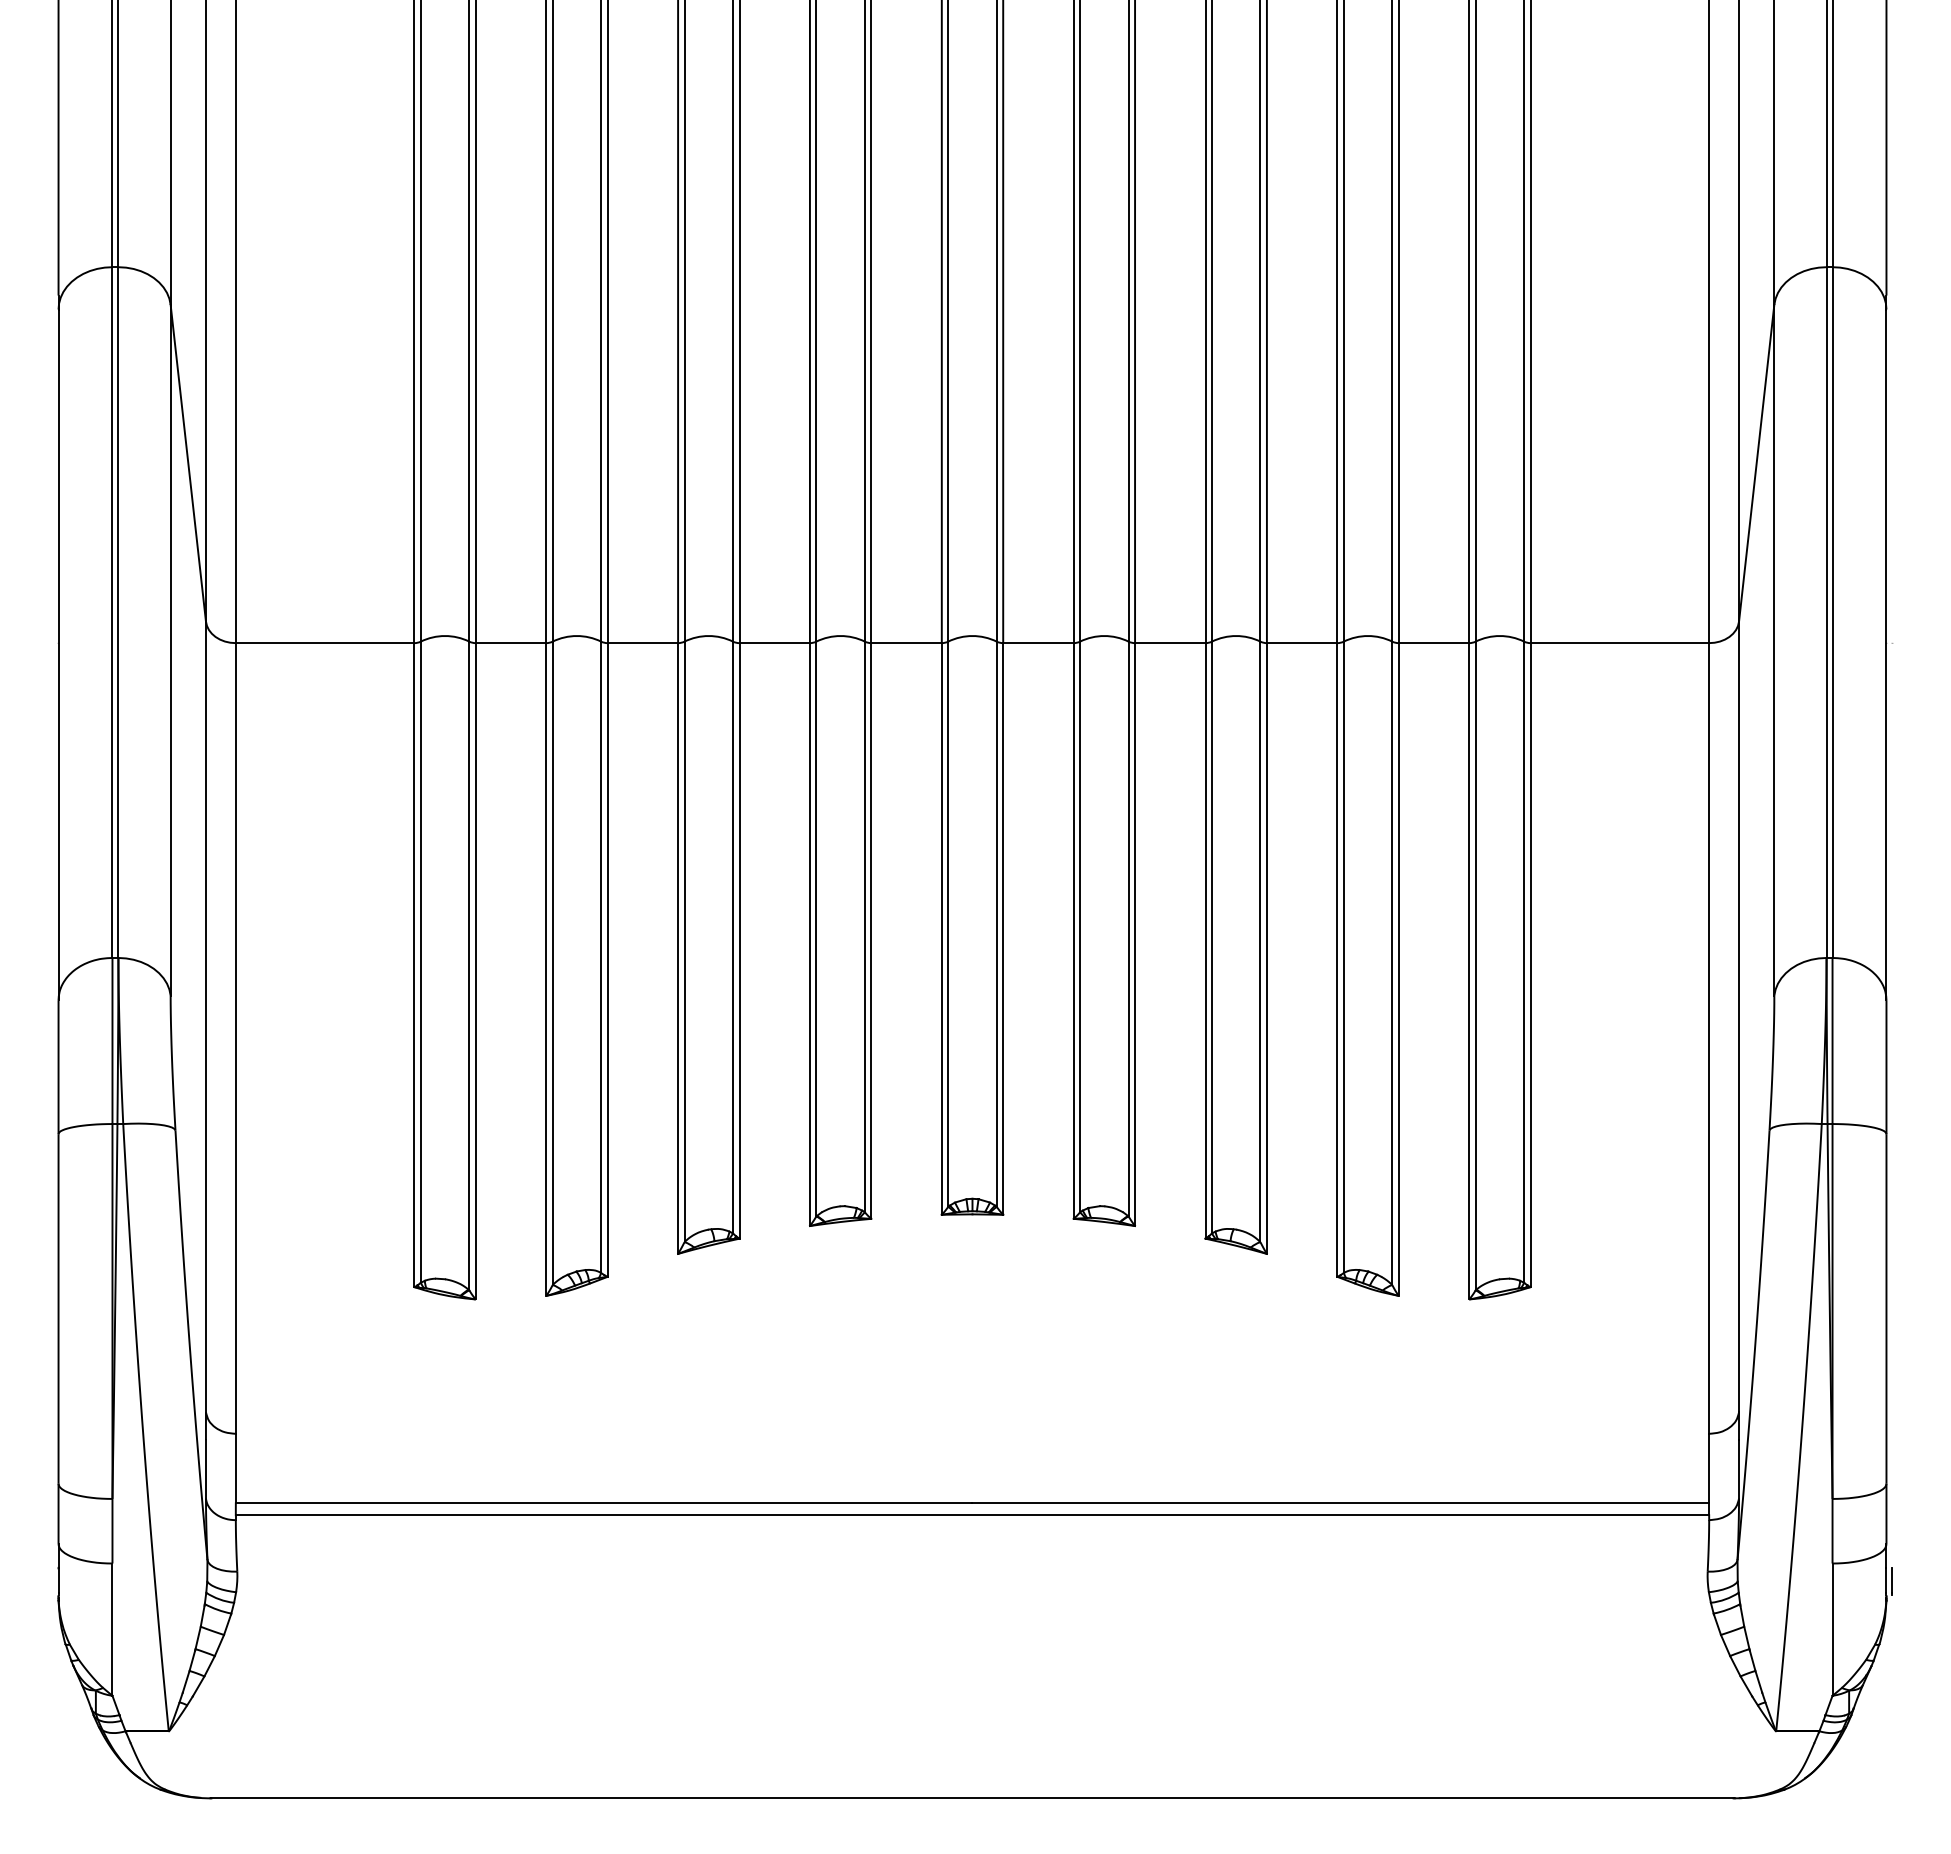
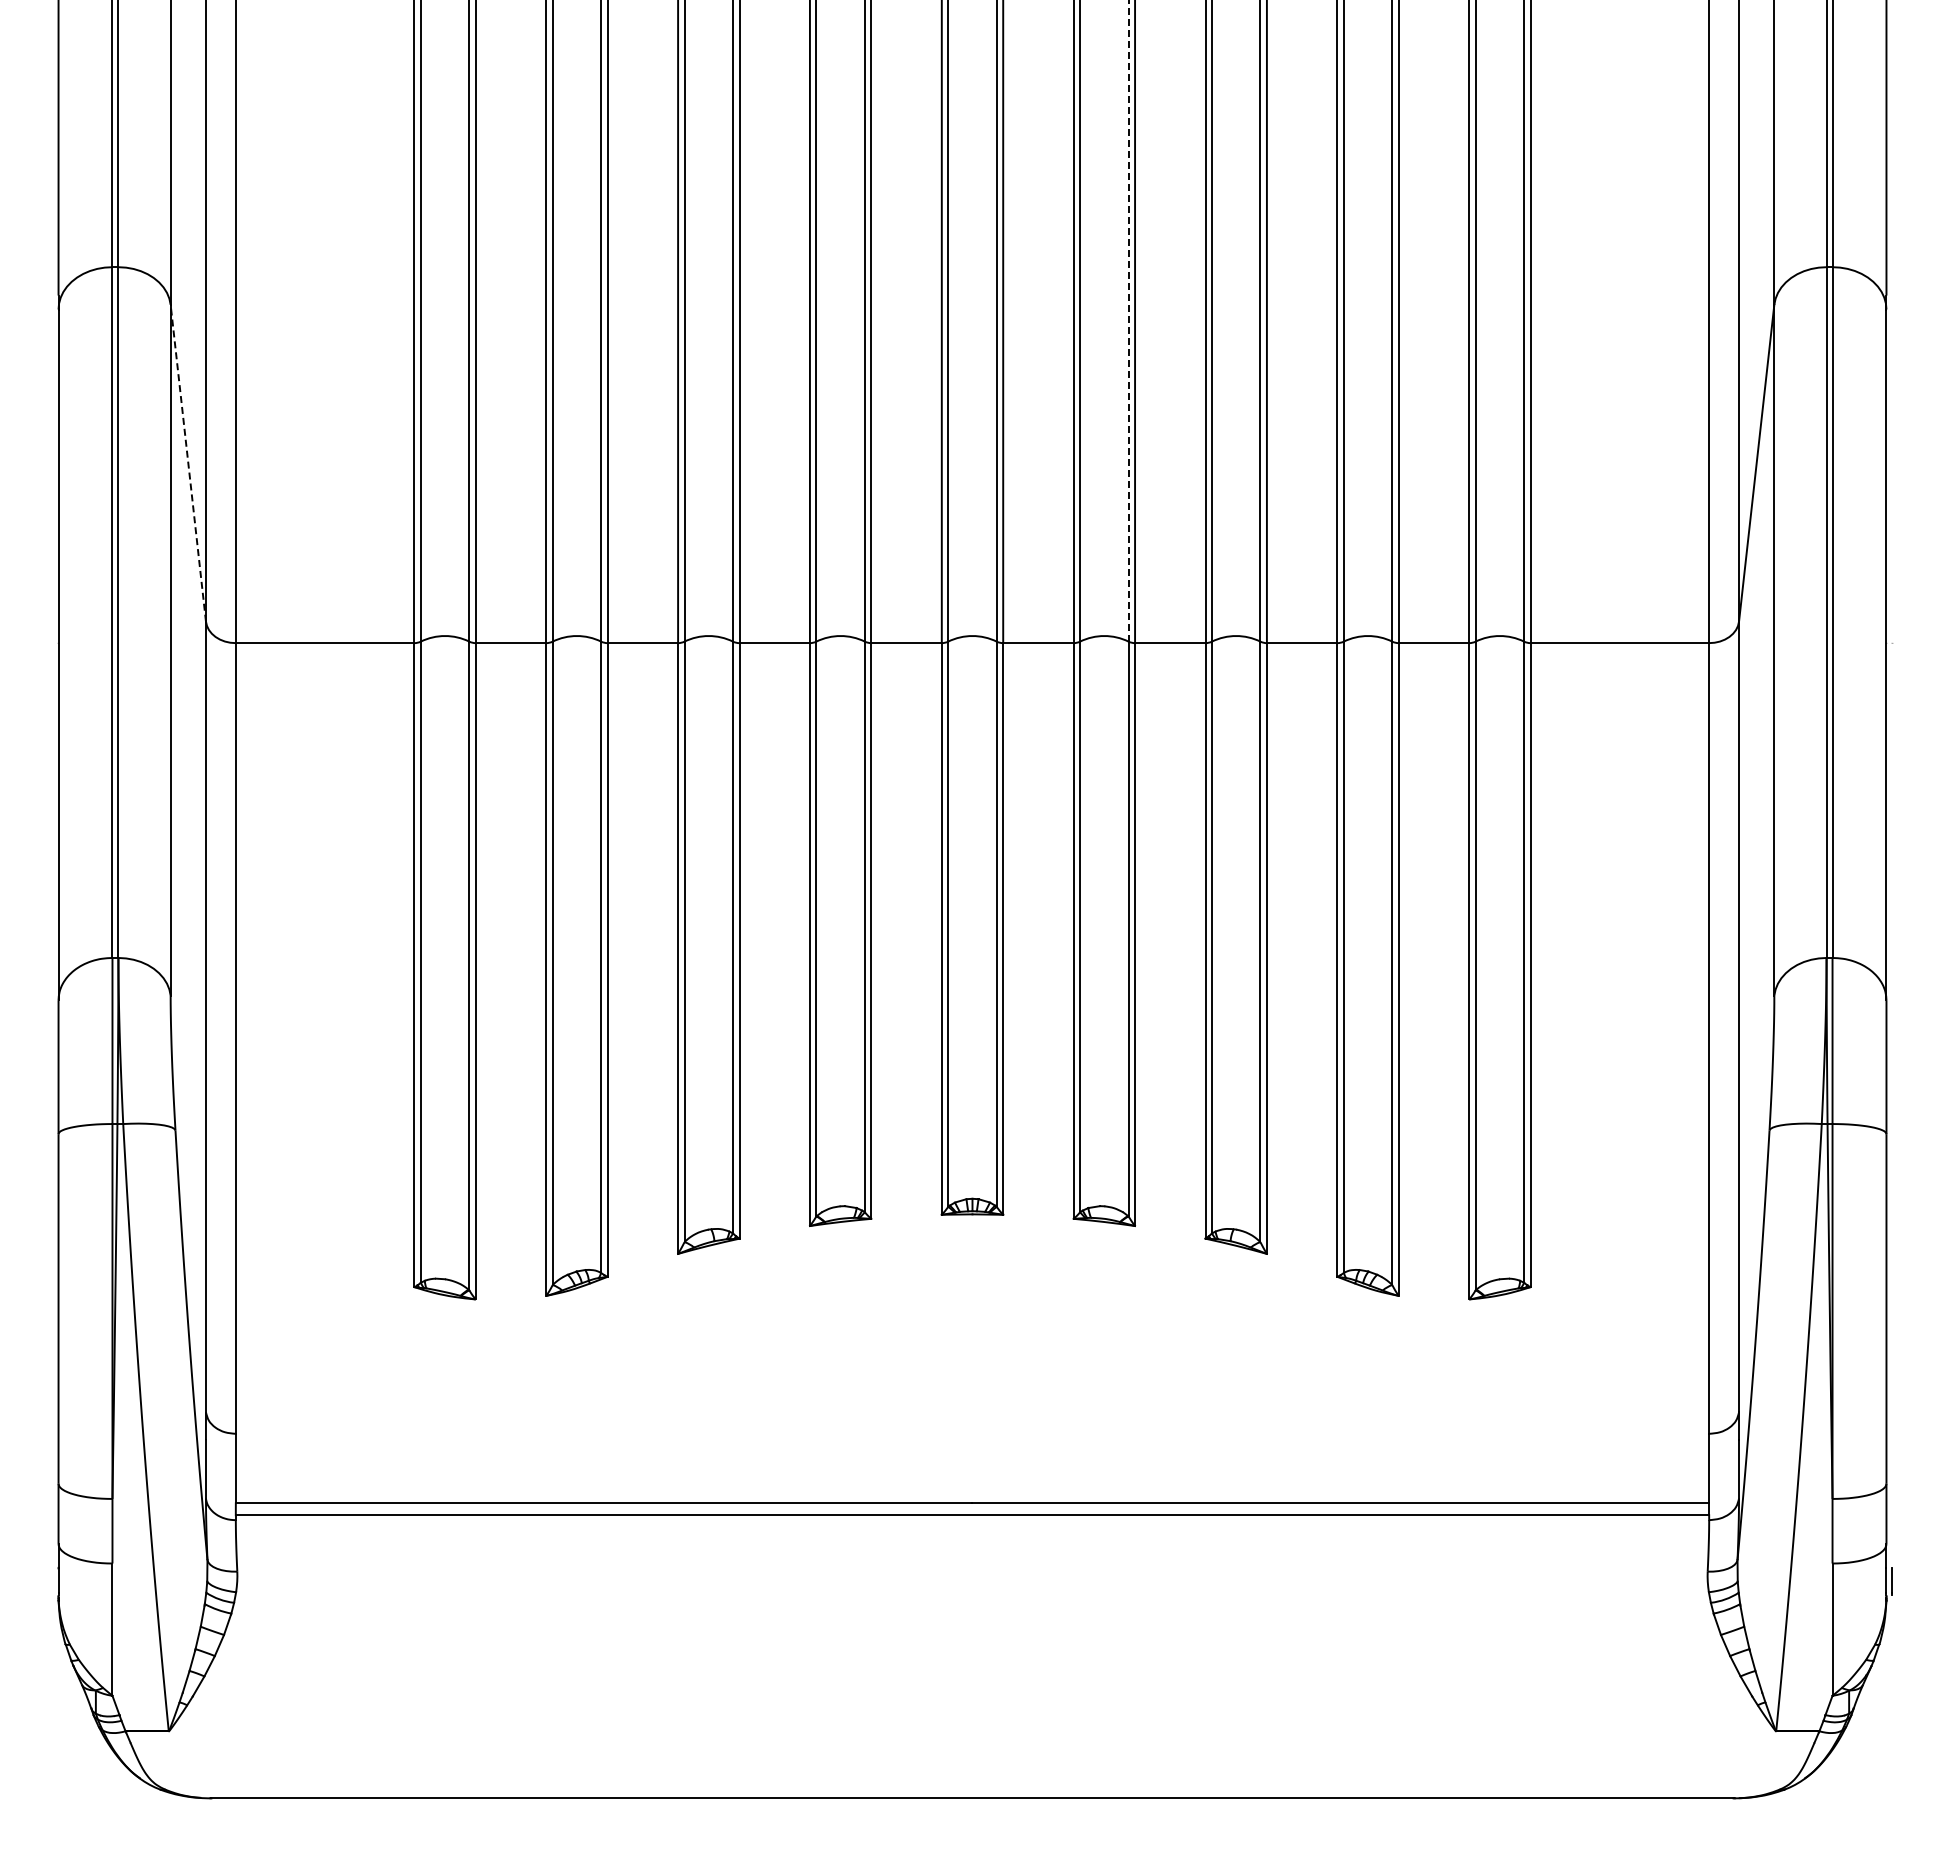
line at (1128, 320): solid -> dashed
line at (188, 462): solid -> dashed
